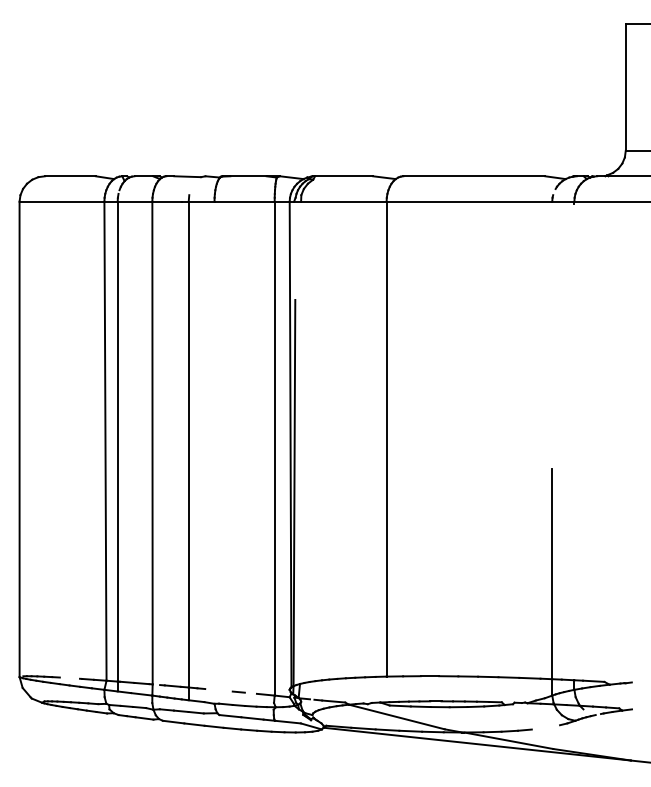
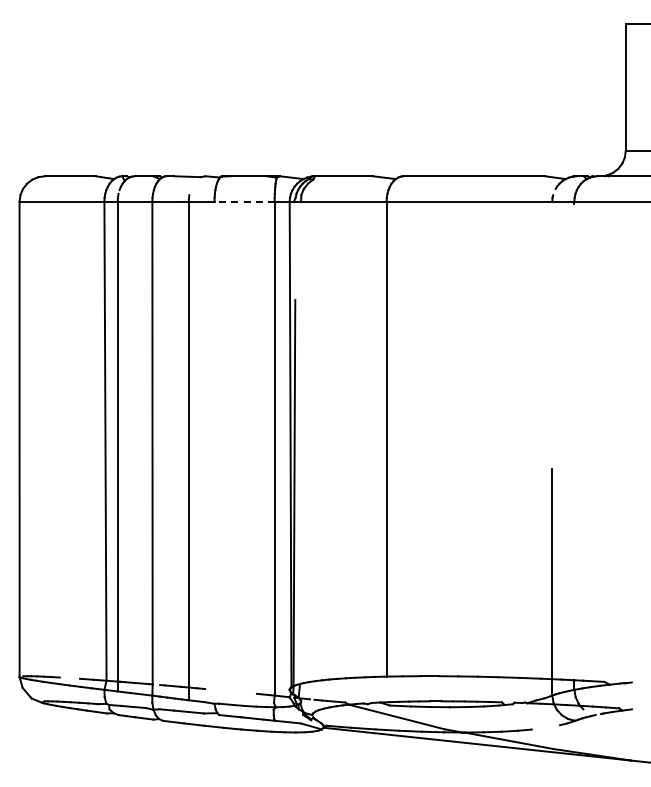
line at (244, 201): solid -> dashed
line at (238, 691): present -> none
